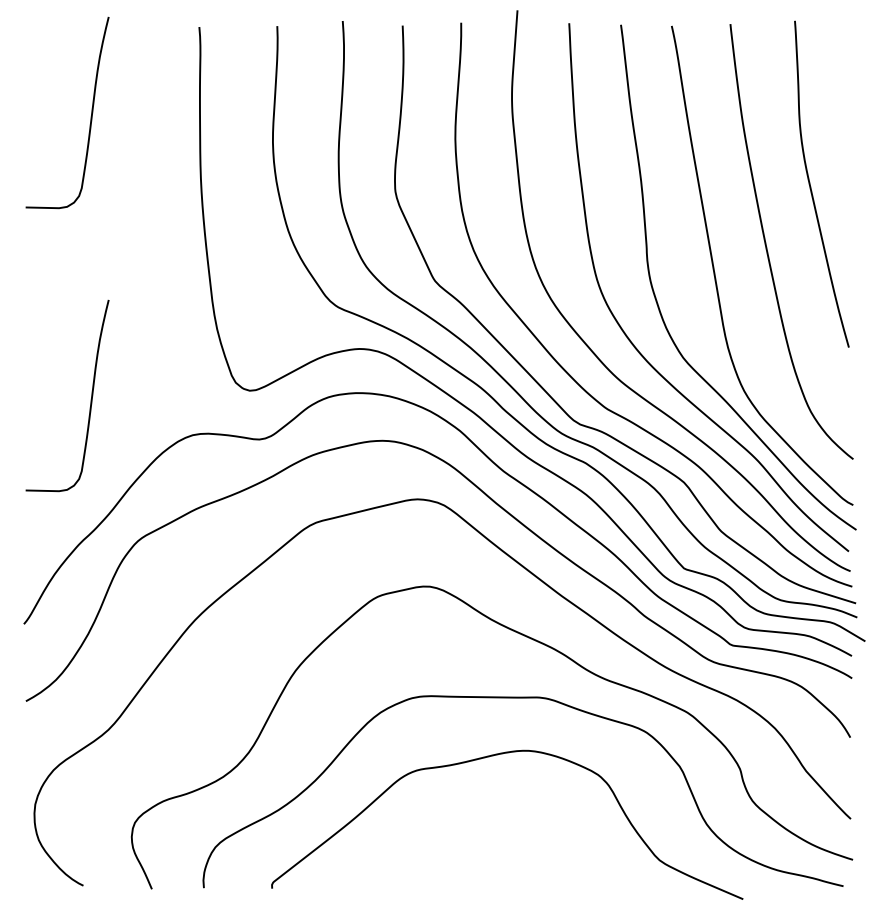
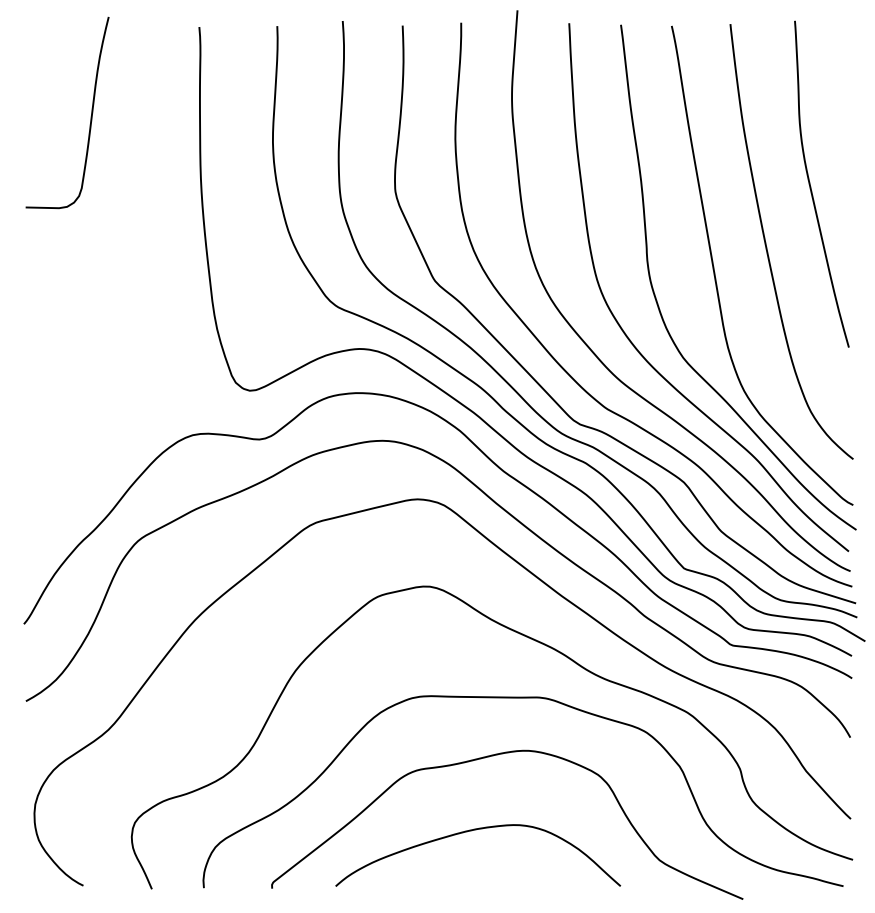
curve at (90, 399): present -> none
curve at (471, 831): none -> present
